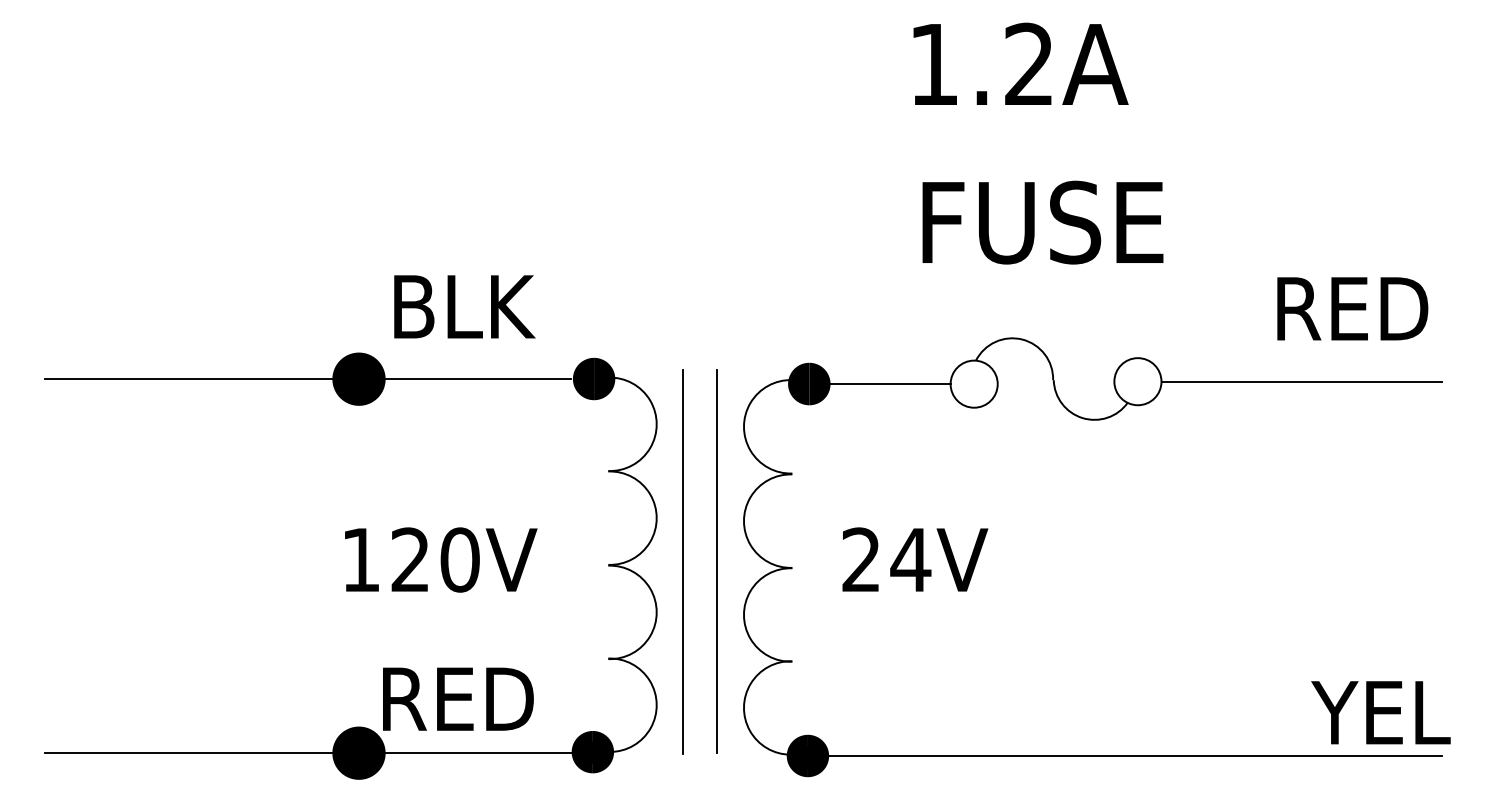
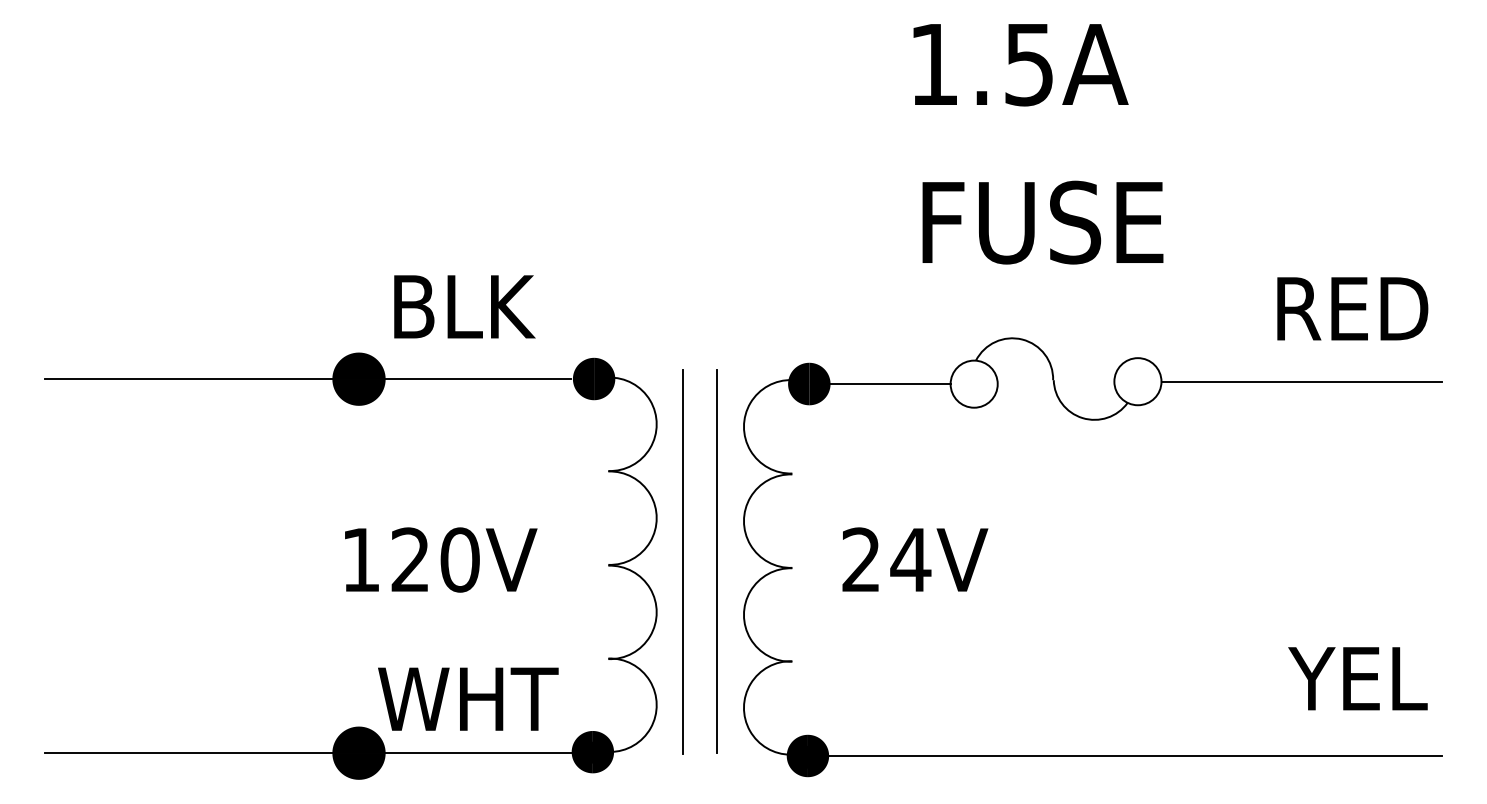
text at (1028, 64): 1.2A -> 1.5A
text at (468, 698): RED -> WHT
text at (1380, 712) position: (1380, 712) -> (1357, 678)
